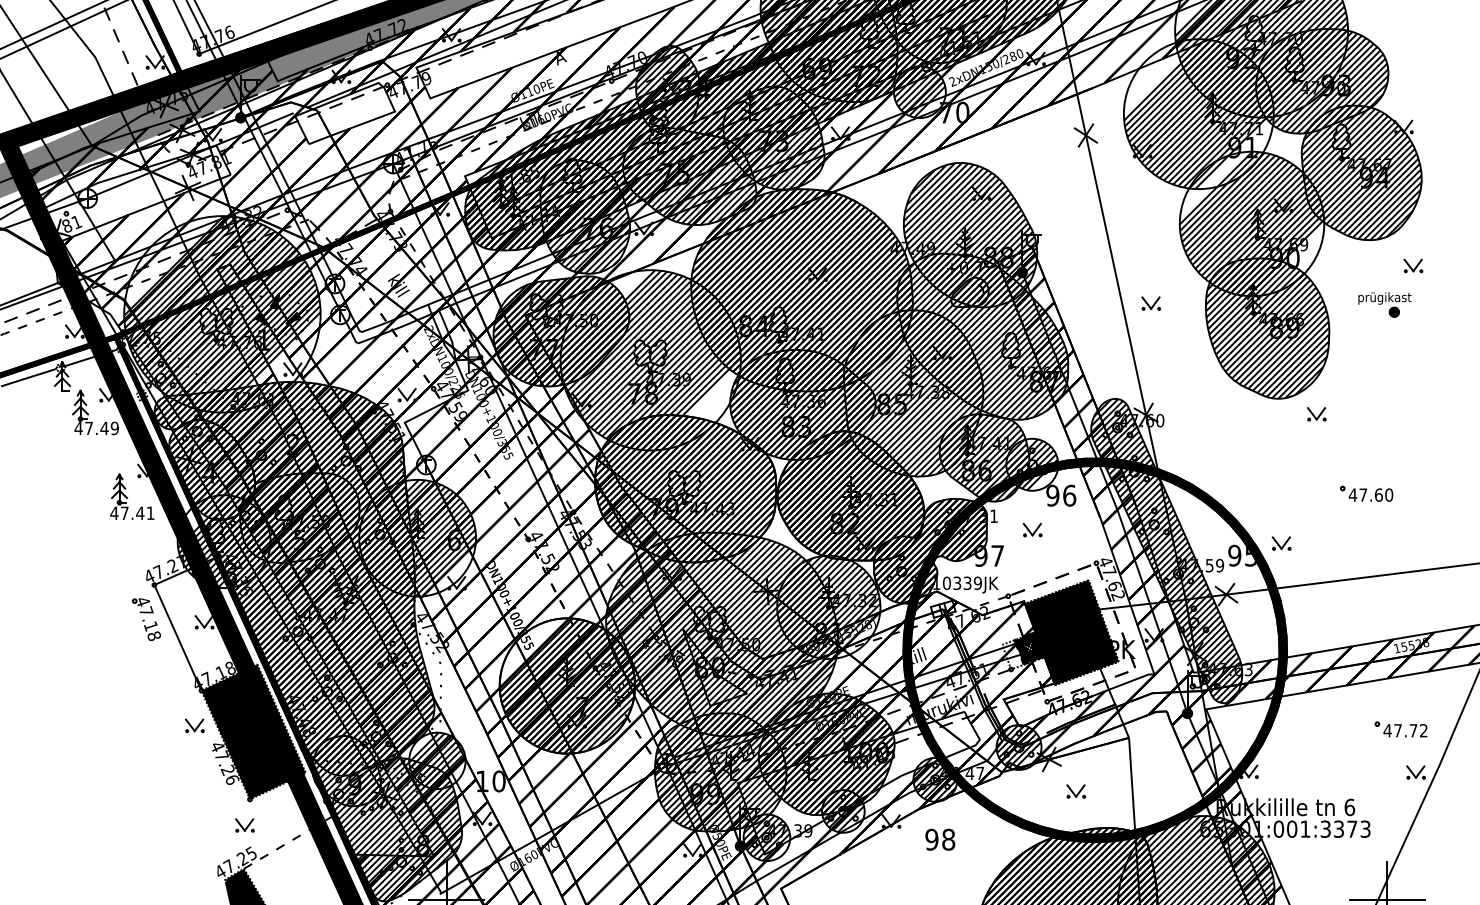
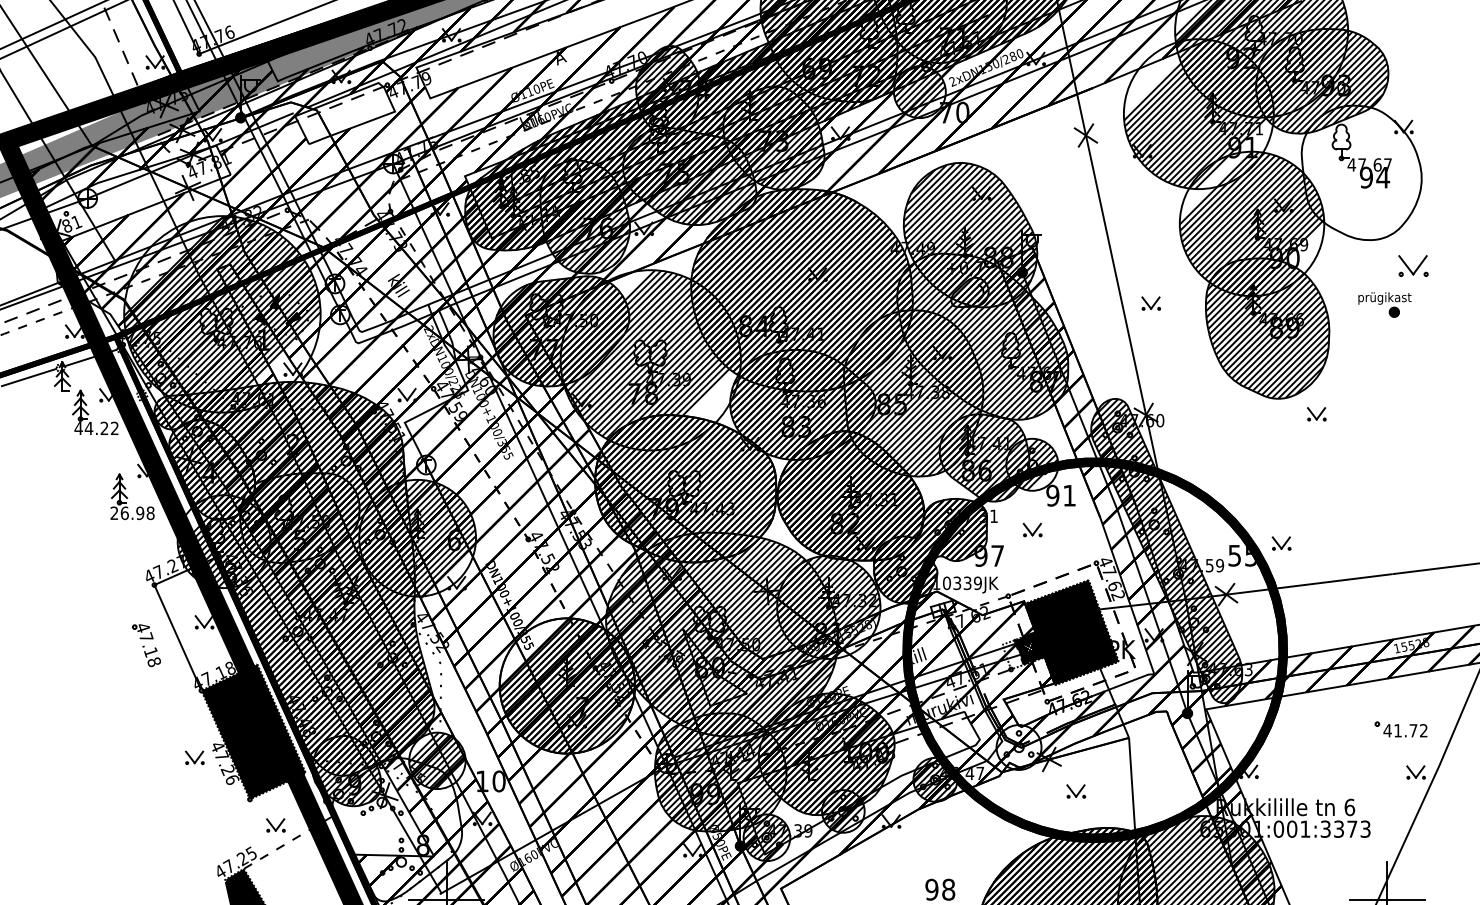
hatch at (1361, 172): present -> none
part at (1413, 265) size: 21x16 px -> 31x22 px
text at (101, 428): 47.49 -> 44.22
part at (1366, 493): present -> none
text at (1069, 495): 96 -> 91
text at (132, 513): 47.41 -> 26.98
text at (1234, 555): 95 -> 55
part at (146, 619) position: (146, 619) -> (146, 645)
part at (194, 725) position: (194, 725) -> (194, 757)
text at (1397, 730): 47.72 -> 41.72
hatch at (1018, 747): present -> none
part at (244, 825) position: (244, 825) -> (275, 825)
hatch at (396, 829): present -> none
text at (940, 839) position: (940, 839) -> (940, 889)
